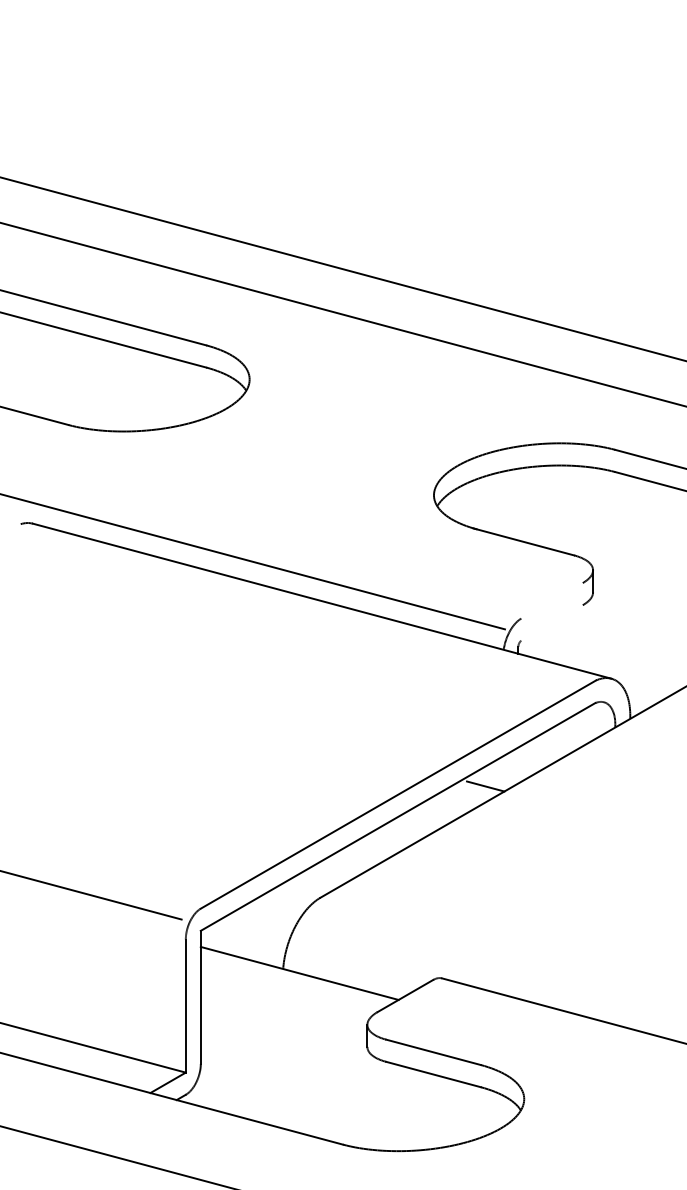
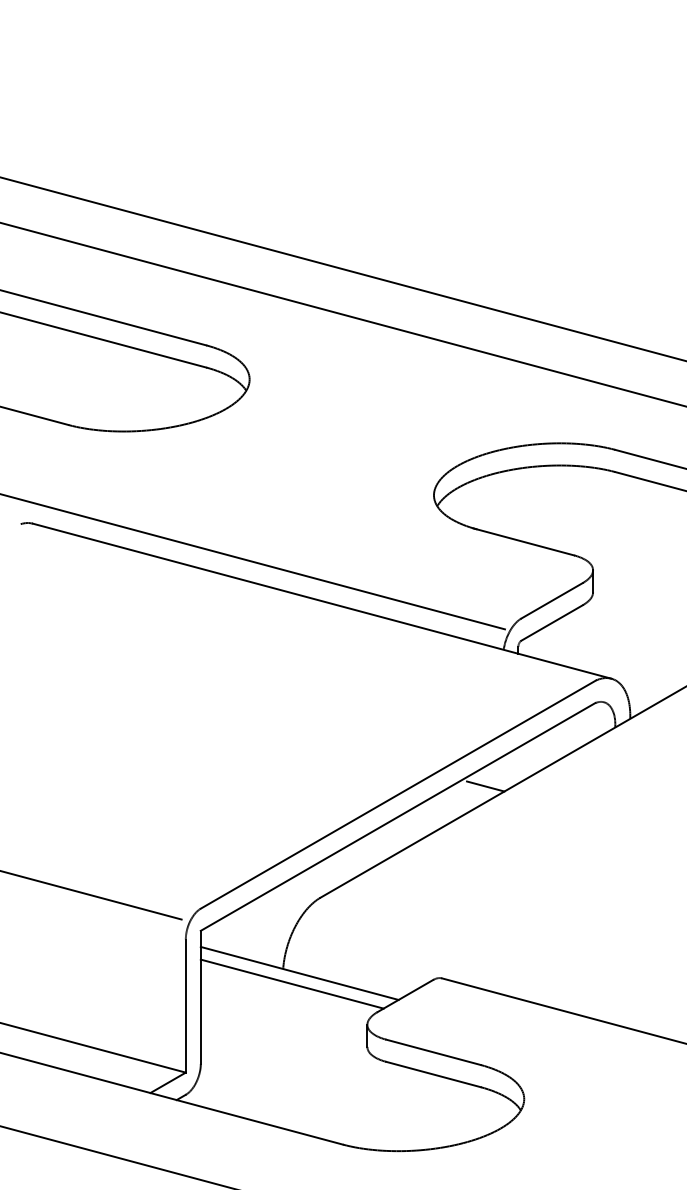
line at (551, 600): none -> present
line at (551, 622): none -> present
line at (291, 983): none -> present
